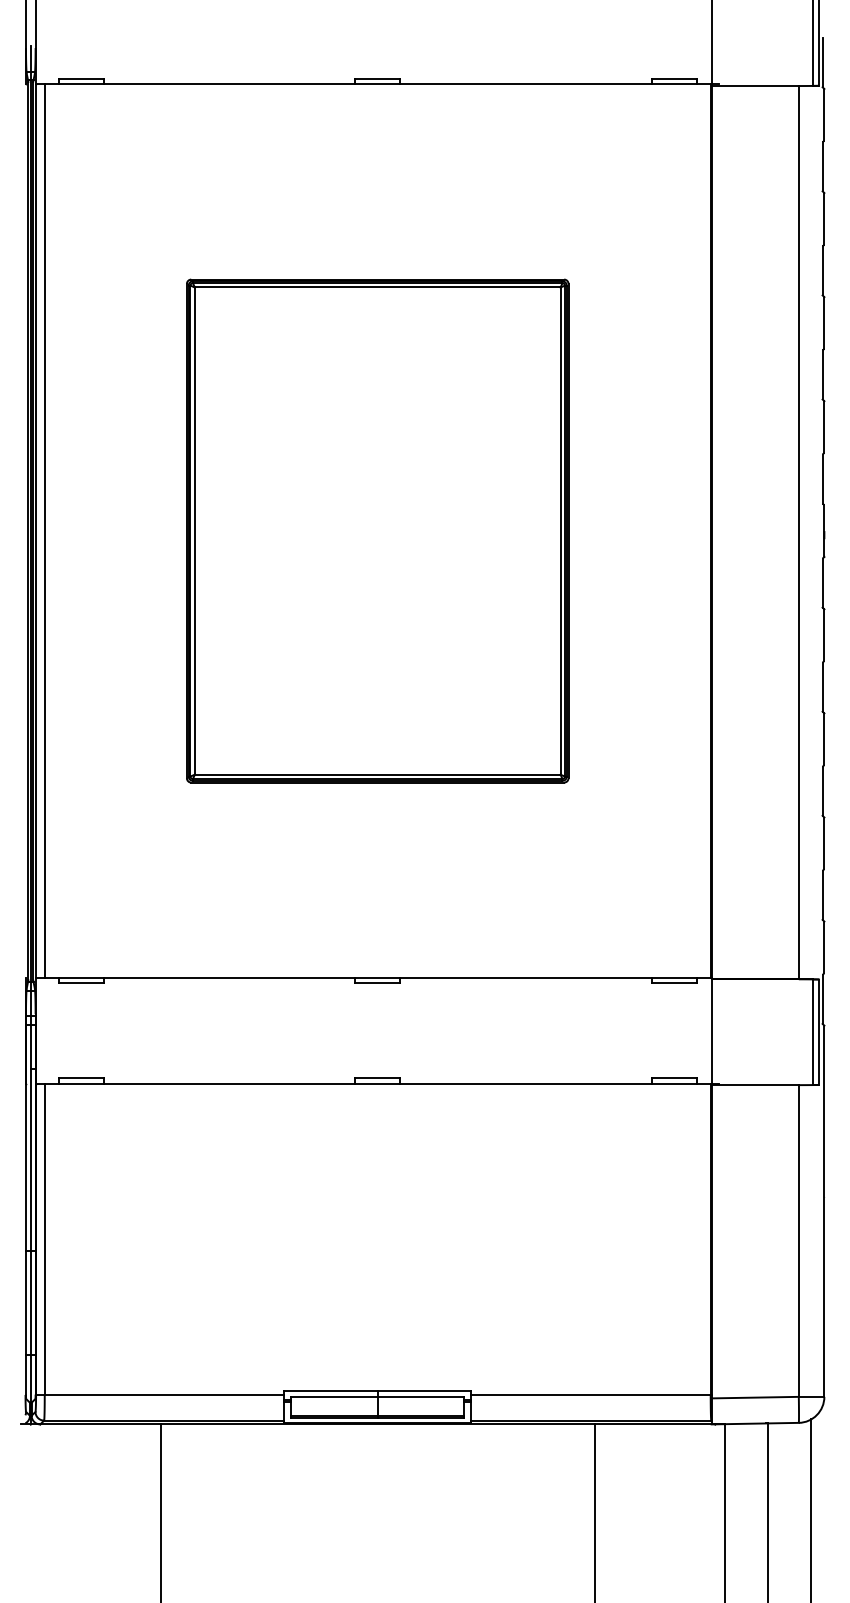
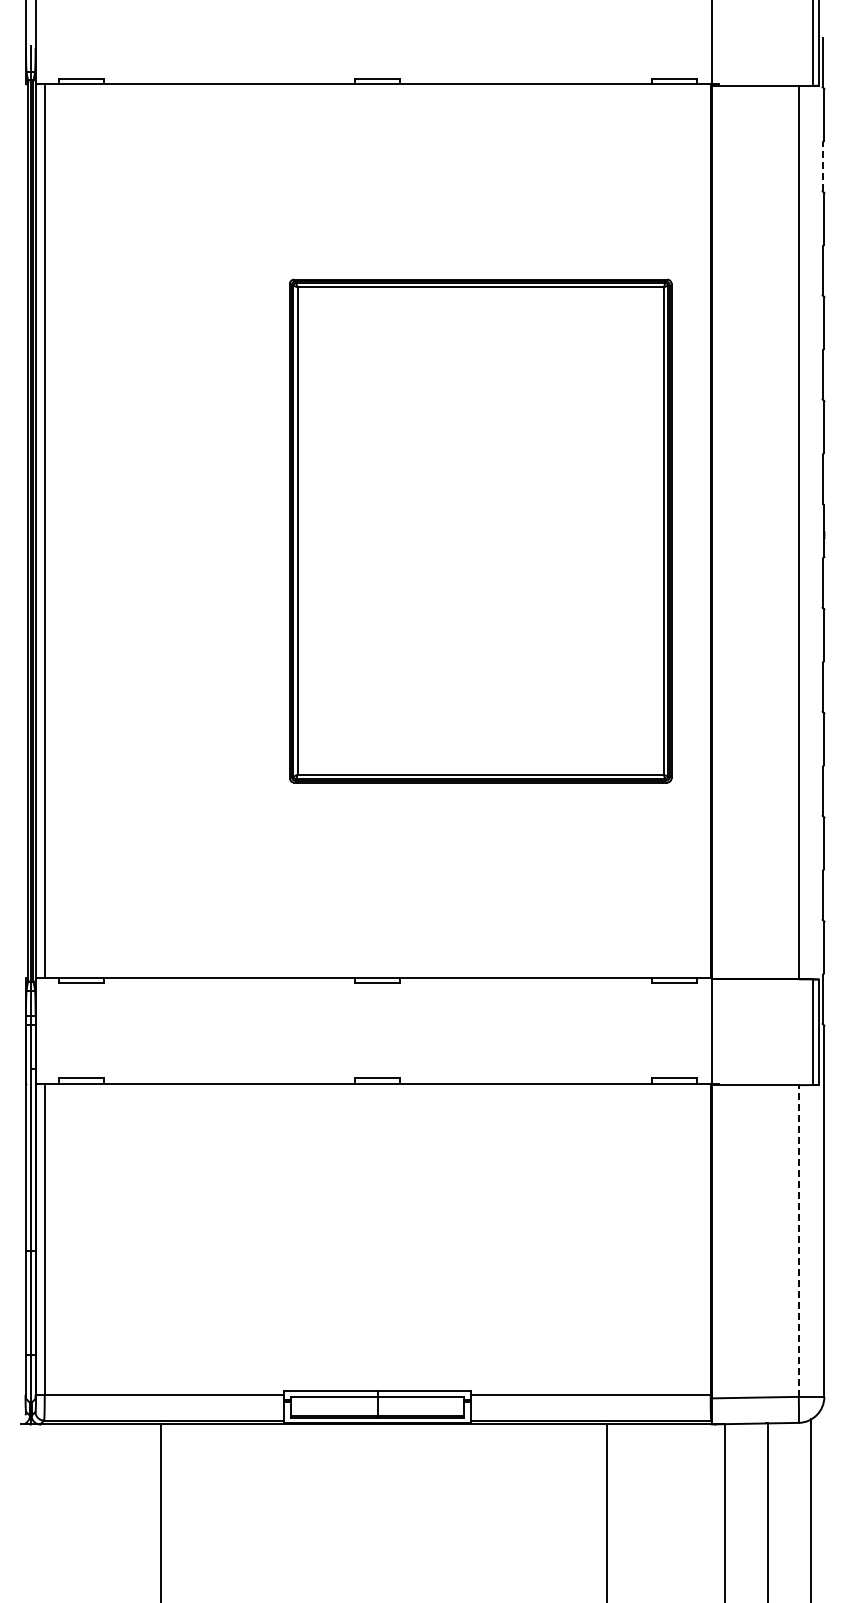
line at (822, 166): solid -> dashed
part at (377, 530) position: (377, 530) -> (480, 530)
line at (798, 1241): solid -> dashed
line at (594, 1511) position: (594, 1511) -> (606, 1511)
